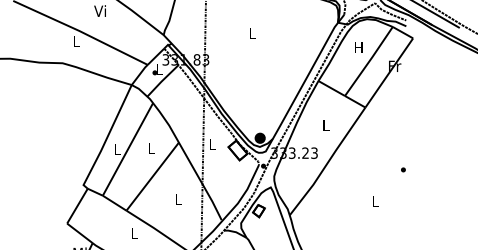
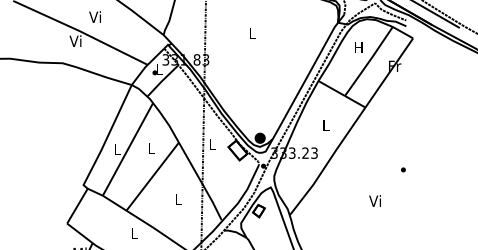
text at (99, 10) position: (99, 10) -> (94, 16)
text at (75, 40): L -> Vi
text at (374, 200): L -> Vi
